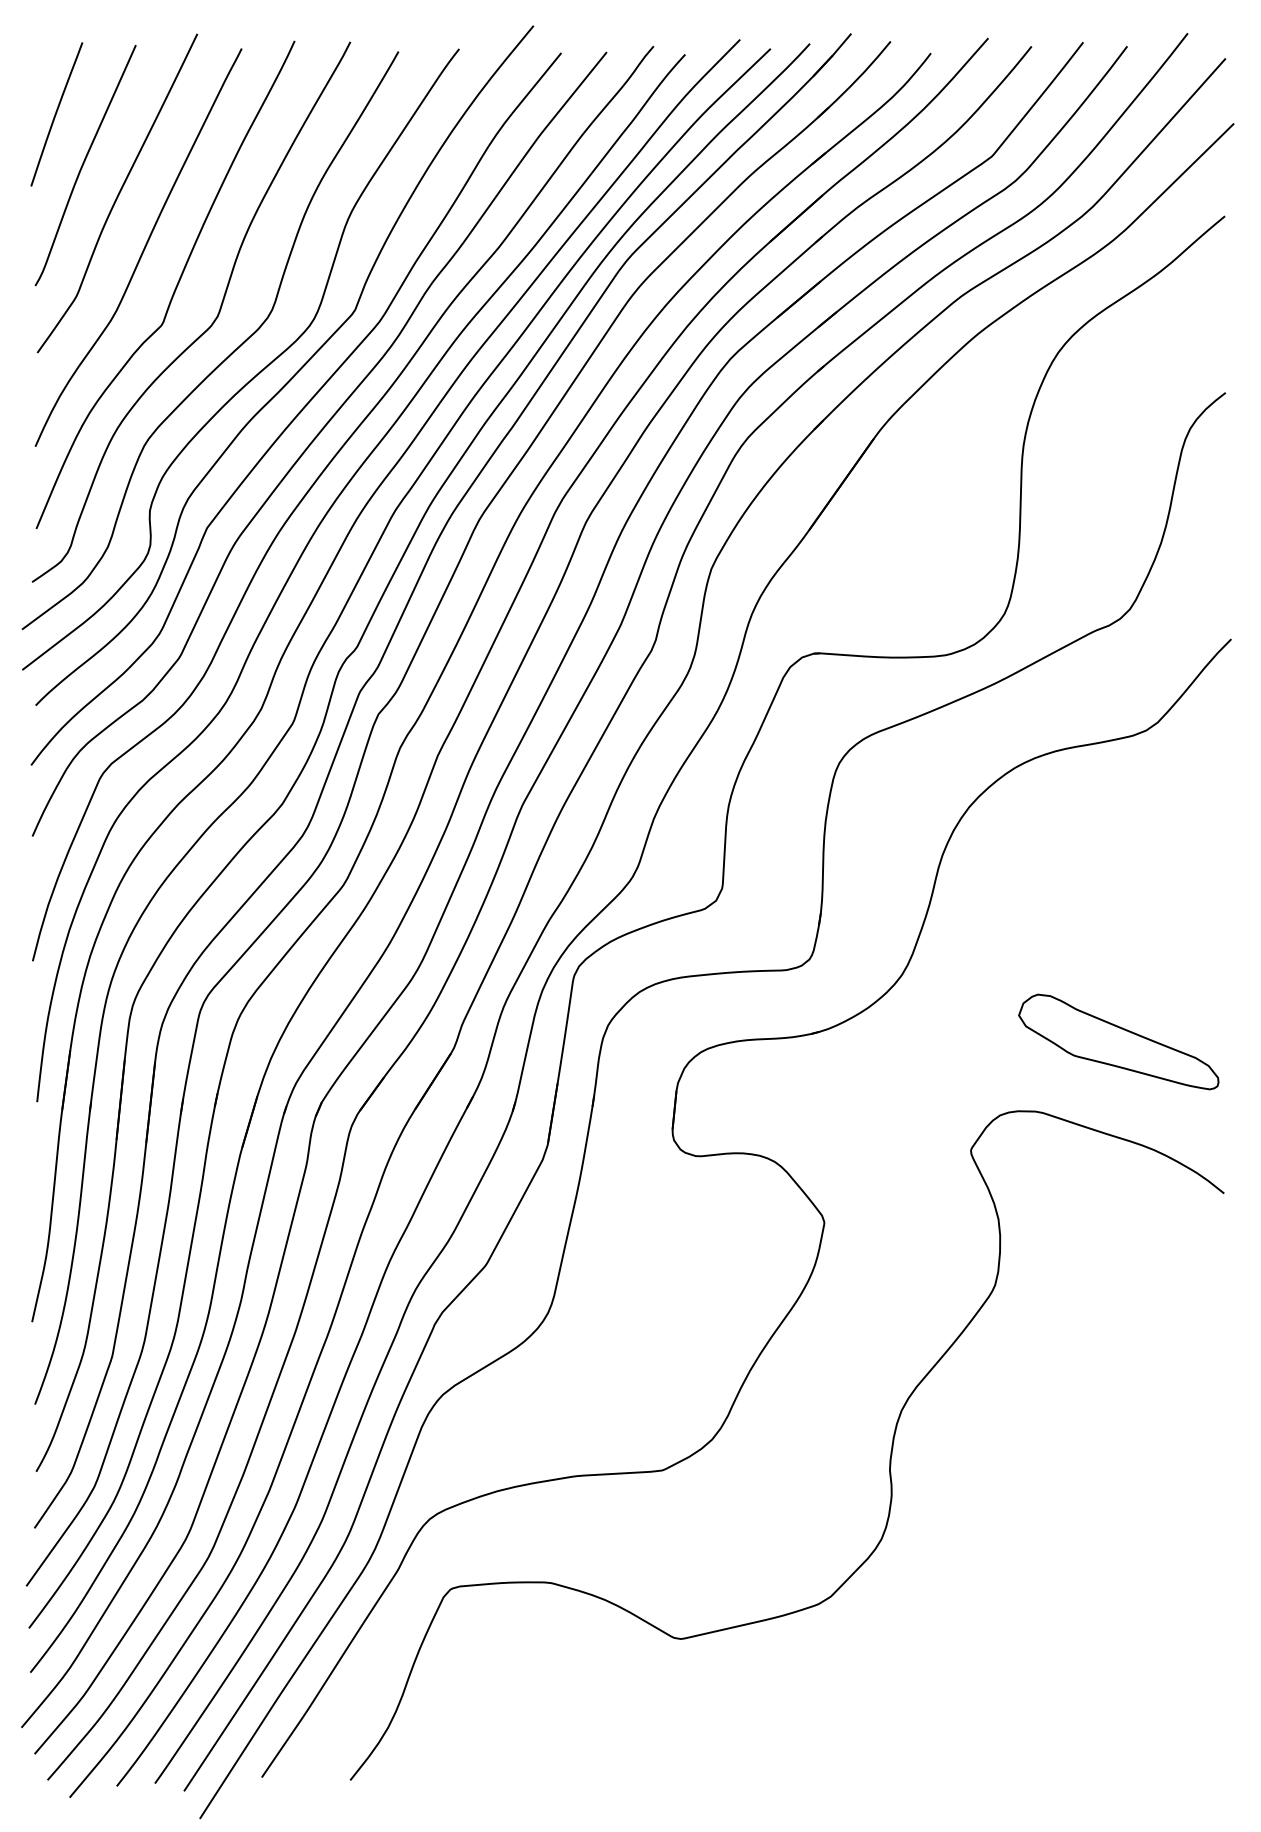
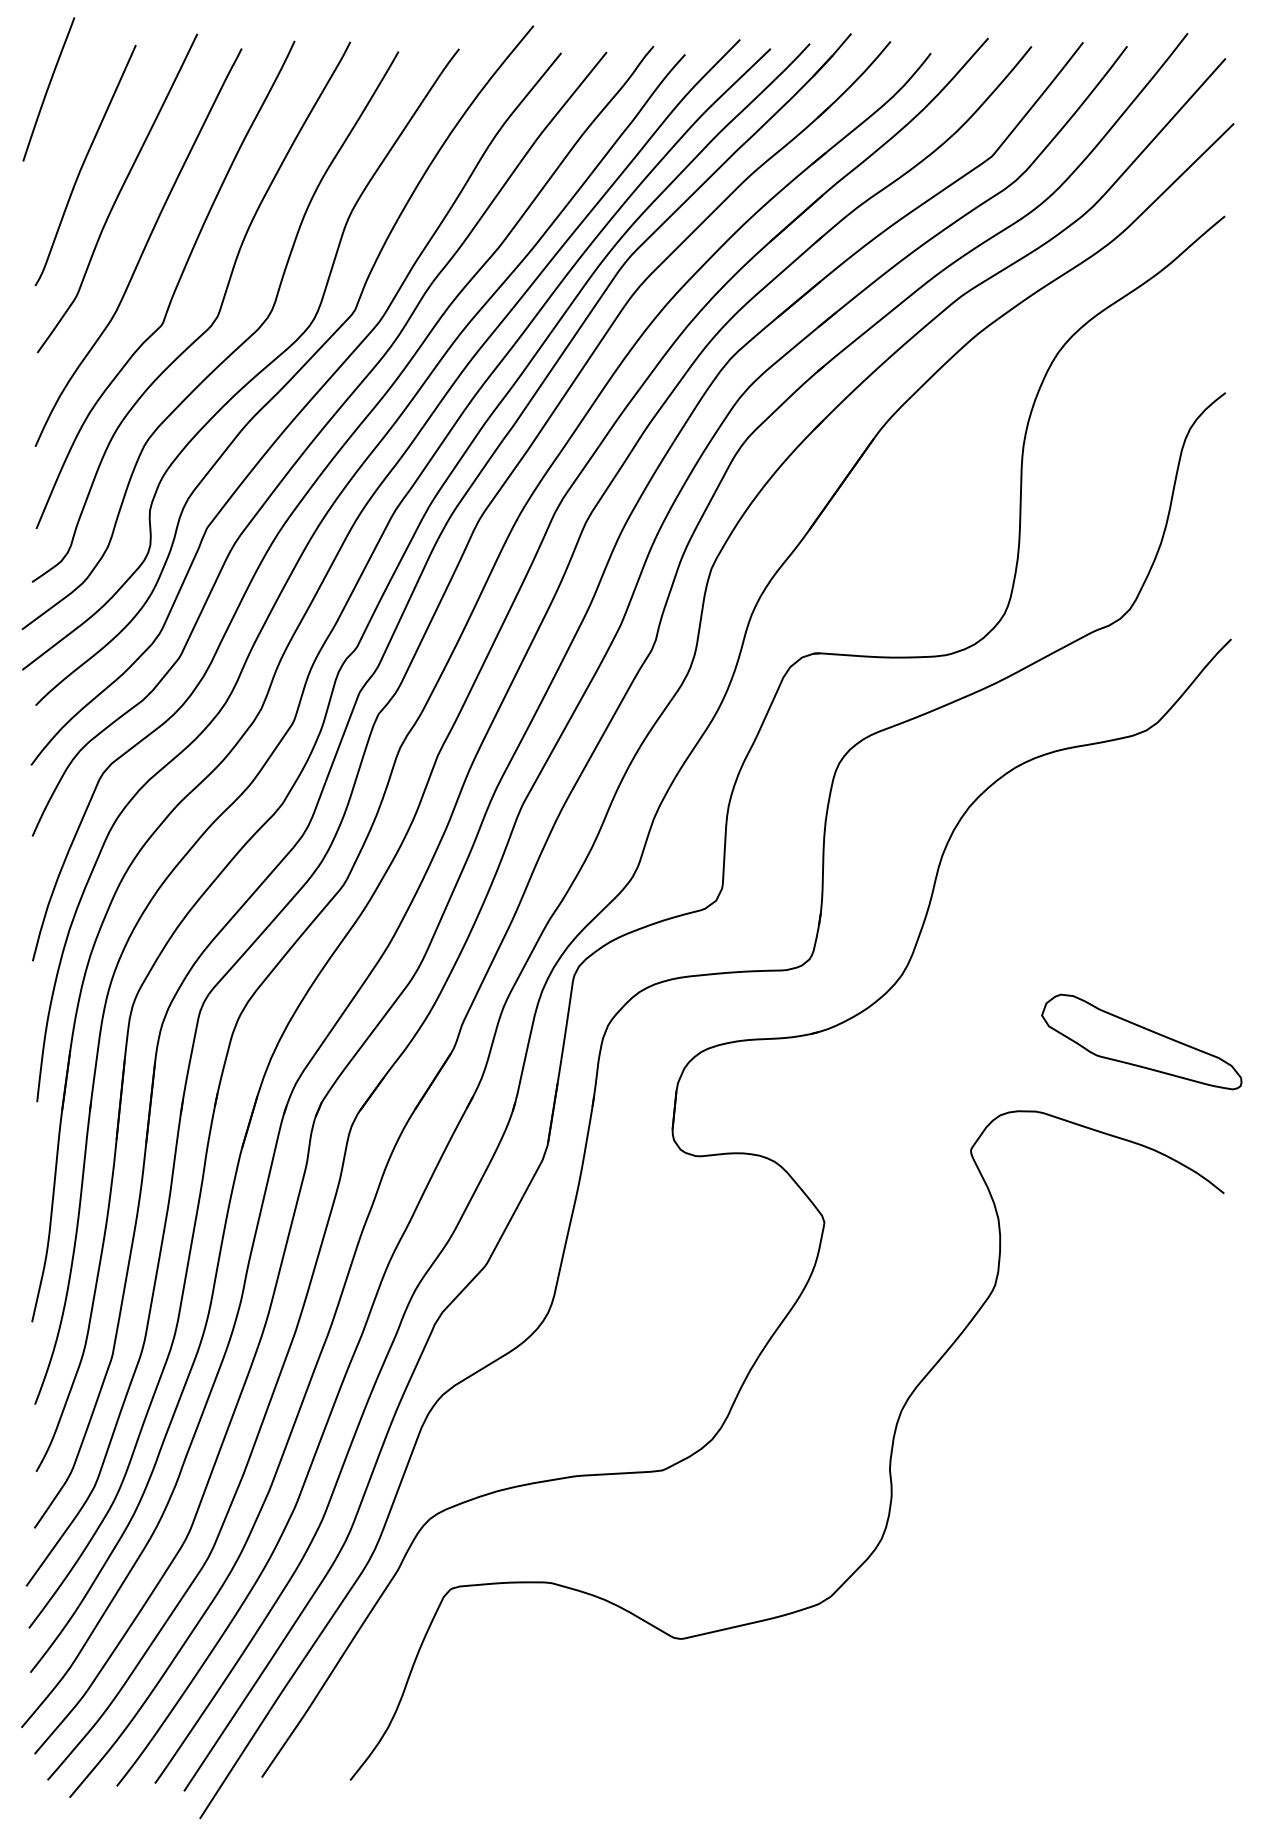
curve at (56, 114) position: (56, 114) -> (48, 89)
part at (1118, 1041) position: (1118, 1041) -> (1141, 1041)
